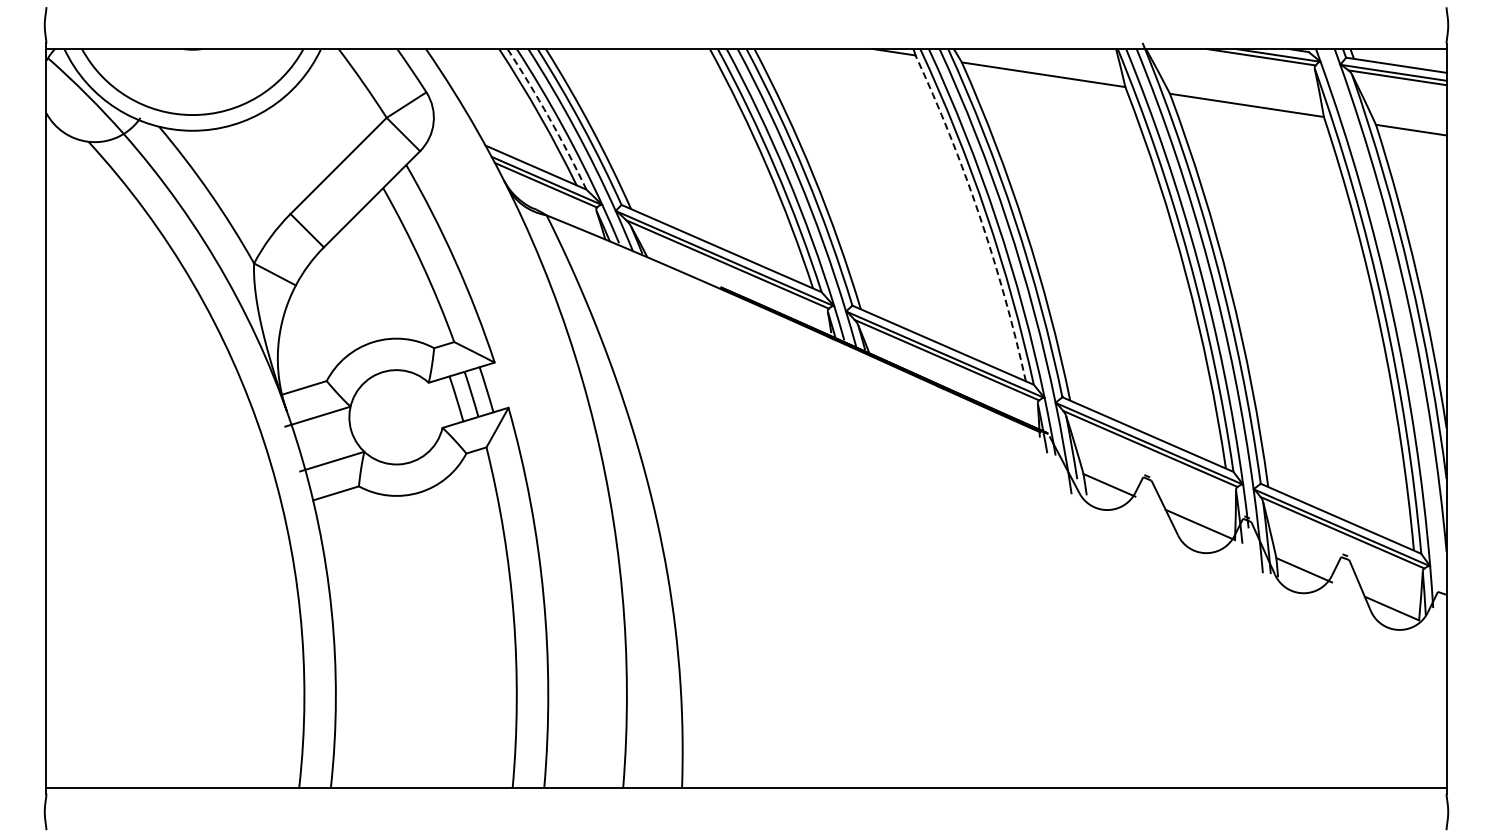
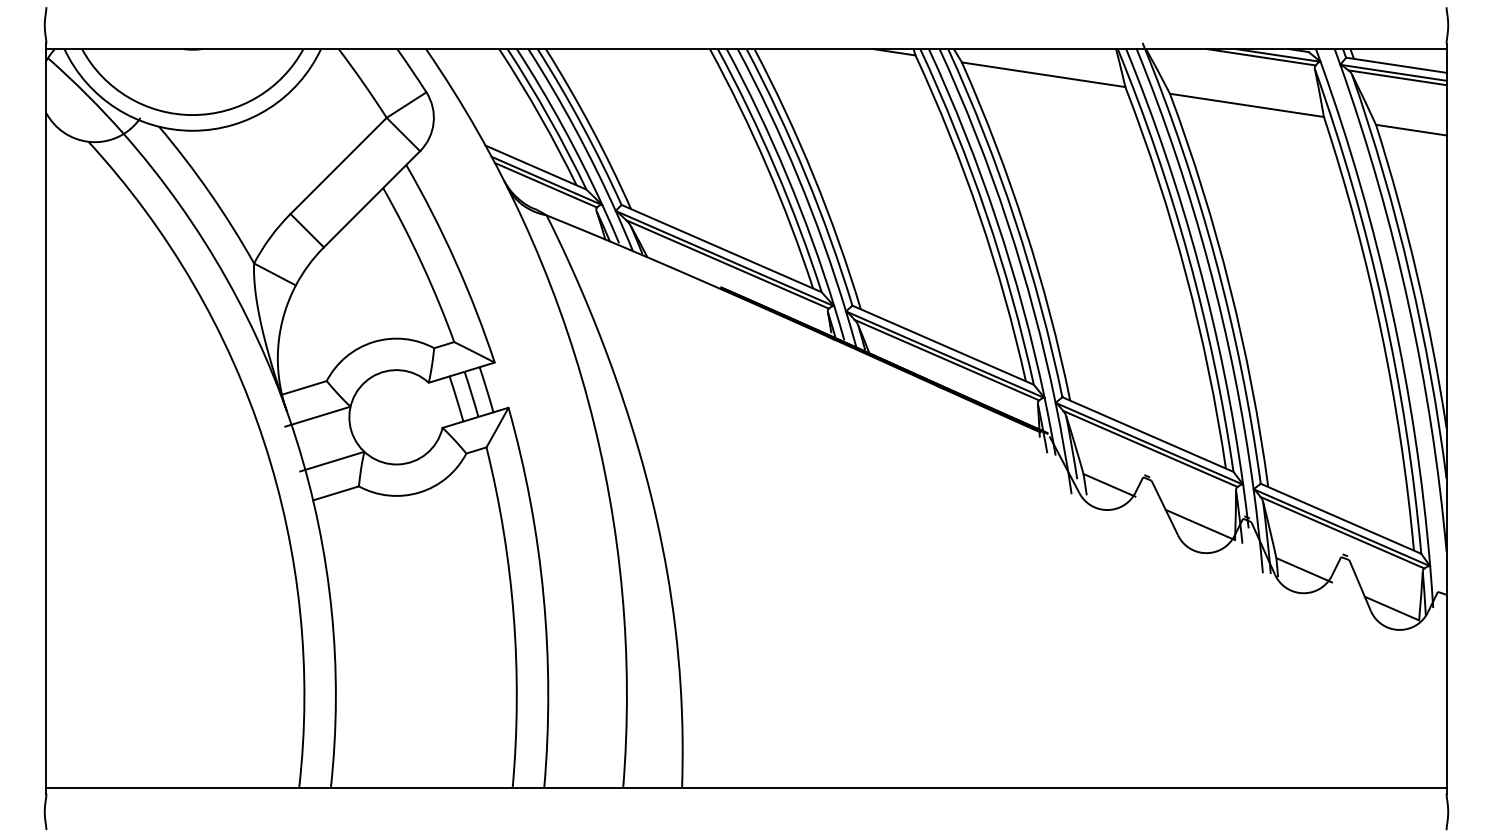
arc at (549, 118): dashed -> solid
arc at (979, 215): dashed -> solid
